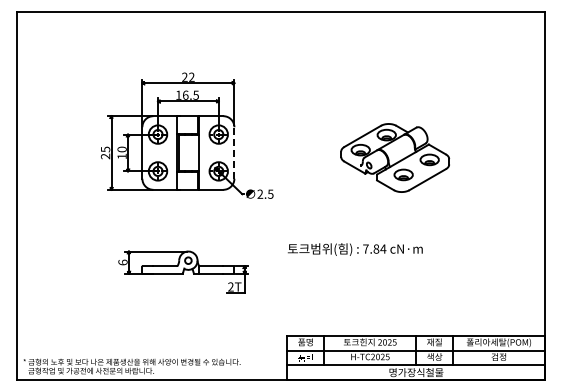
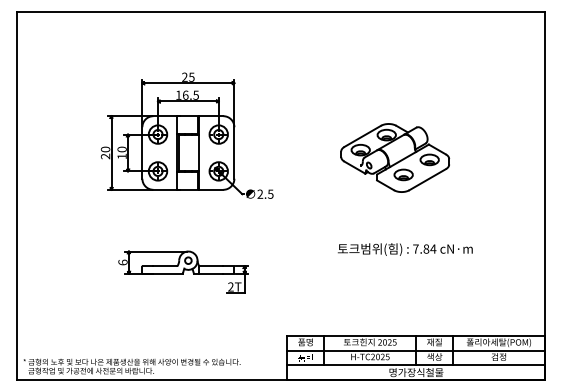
text at (191, 76): 22 -> 25
text at (105, 149): 25 -> 20
line at (234, 153): dashed -> solid
text at (354, 249) position: (354, 249) -> (404, 249)
